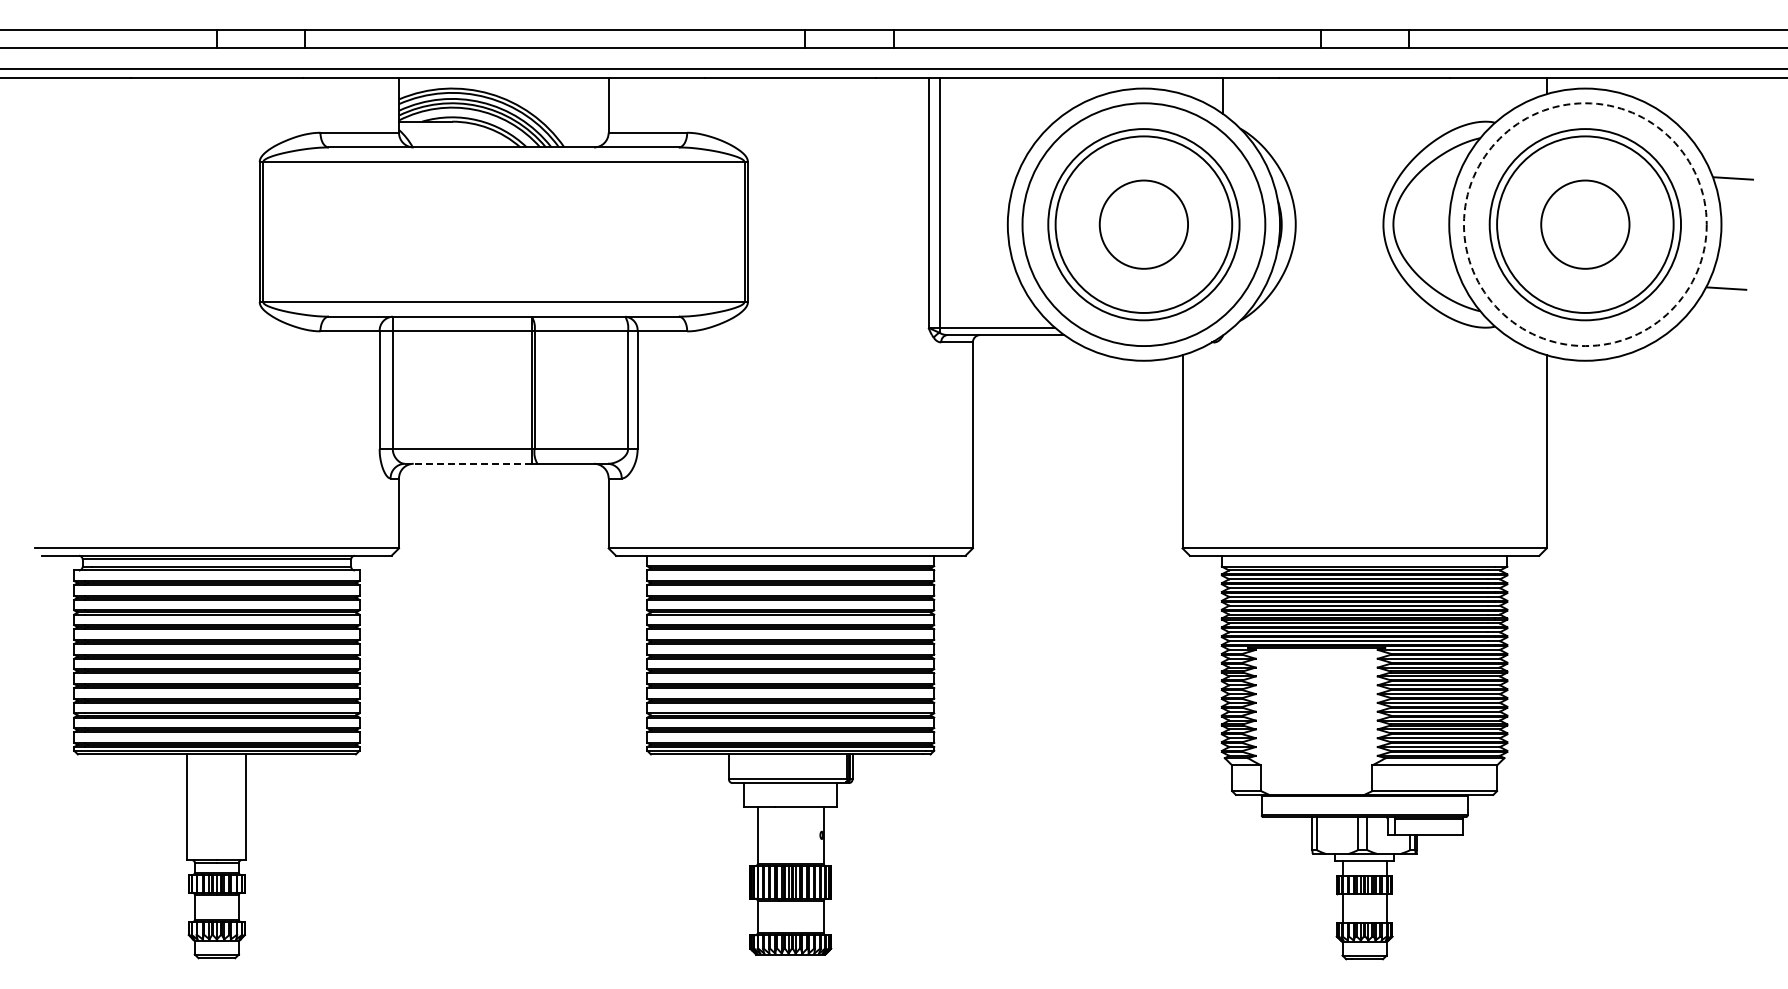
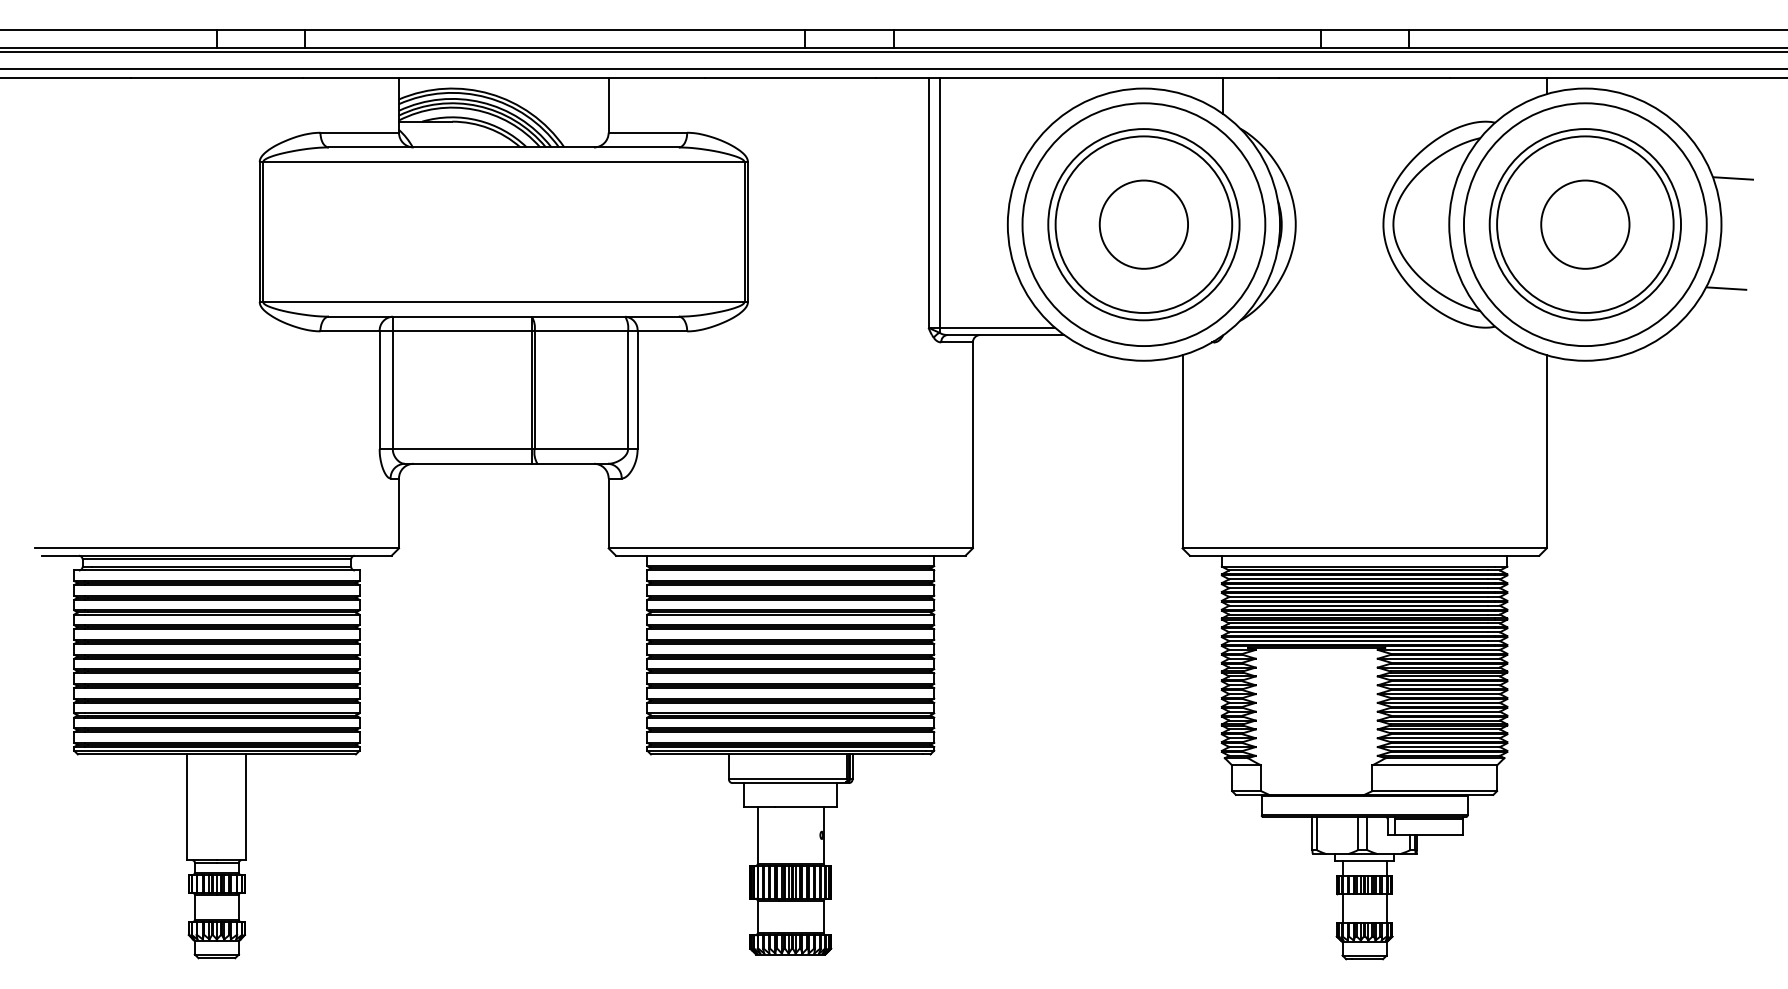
line at (893, 52): none -> present
circle at (1584, 224): dashed -> solid
line at (468, 463): dashed -> solid
